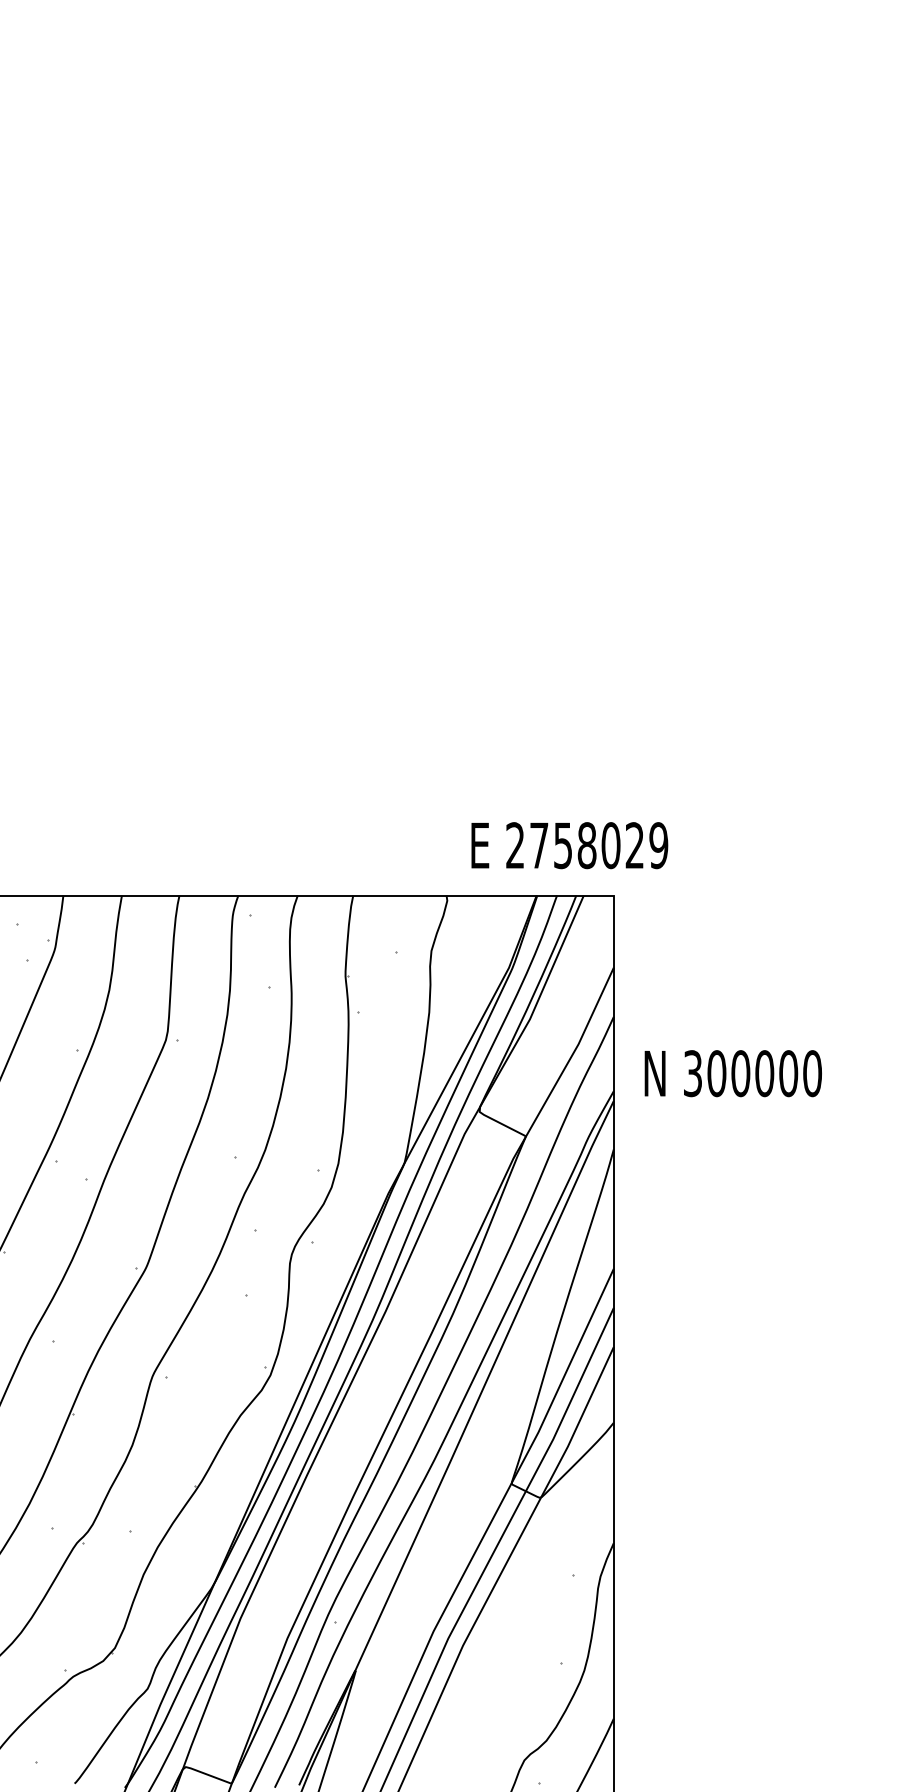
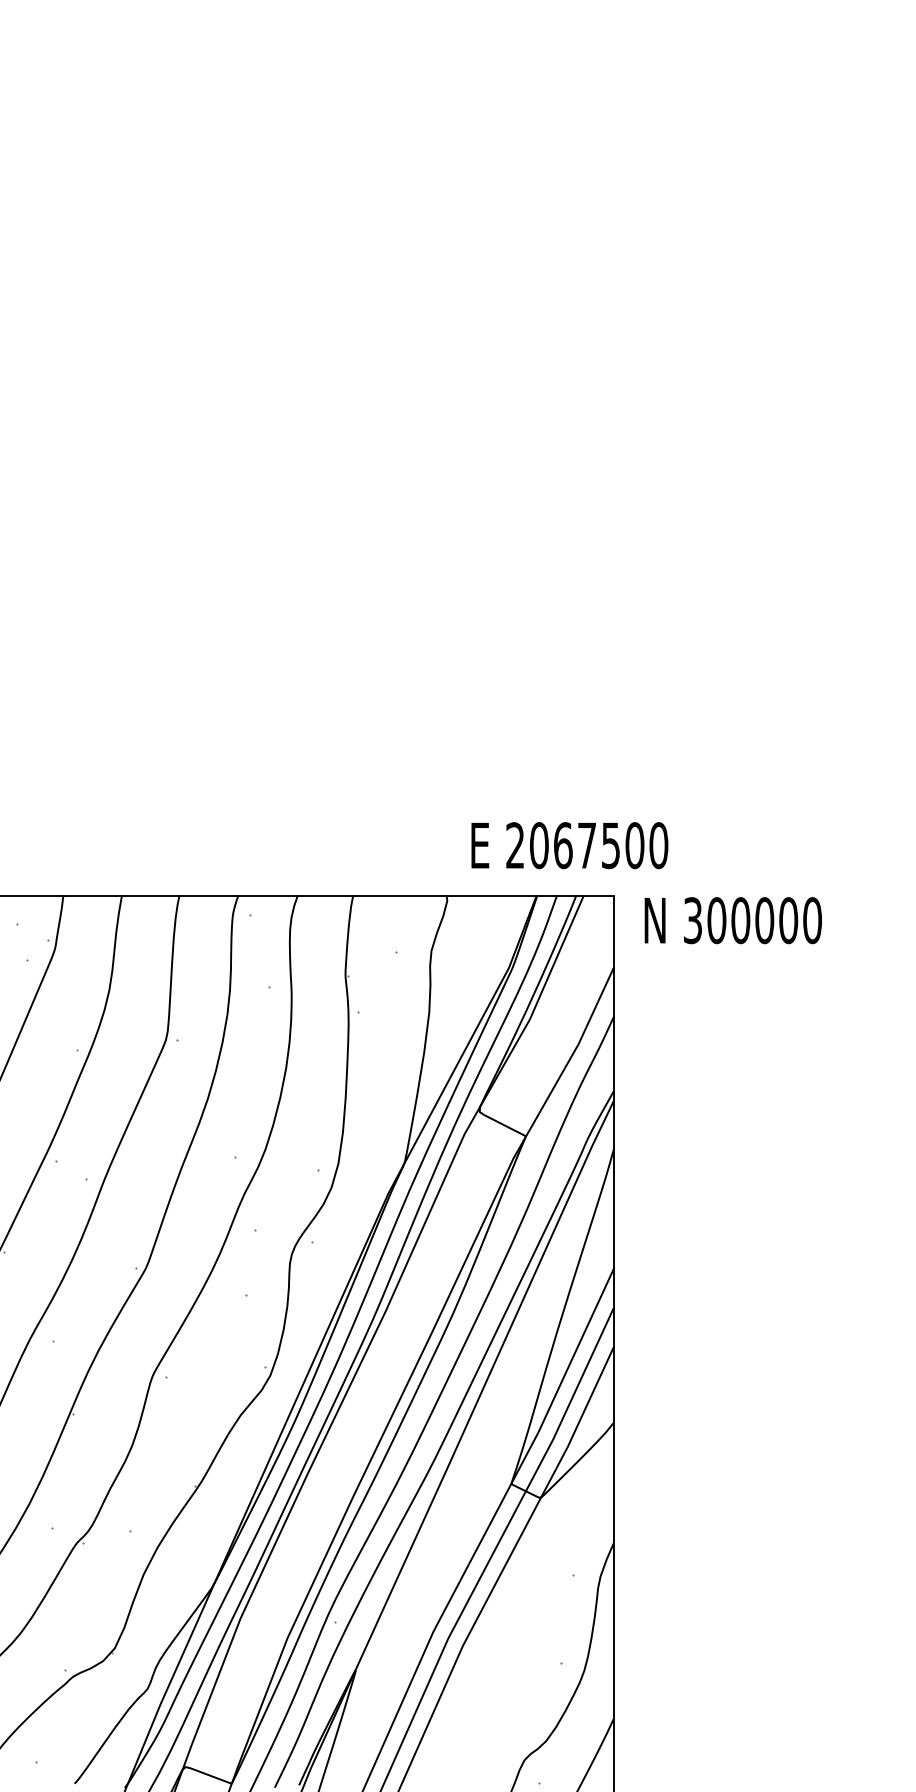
text at (599, 845): 2758029 -> 2067500
text at (732, 1073) position: (732, 1073) -> (732, 920)
